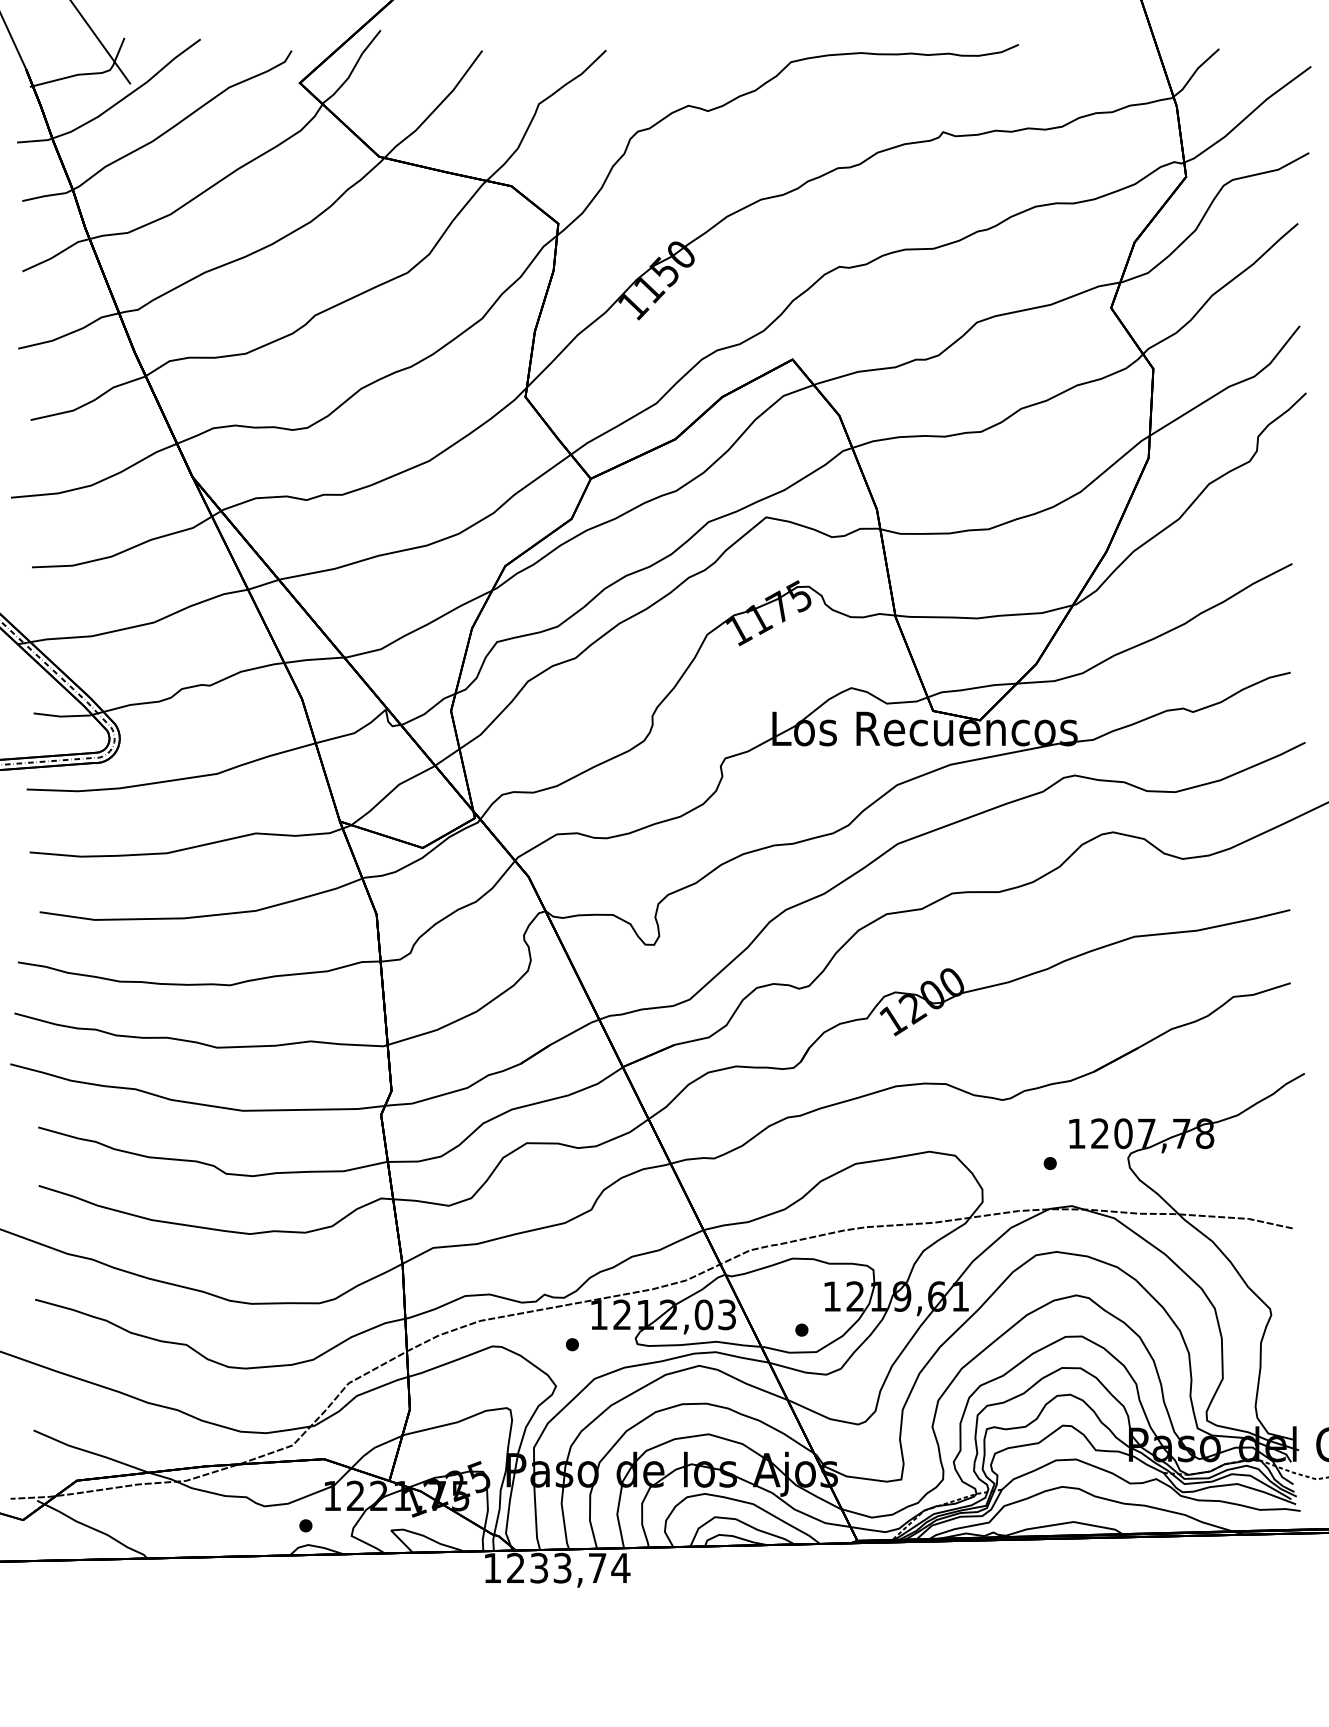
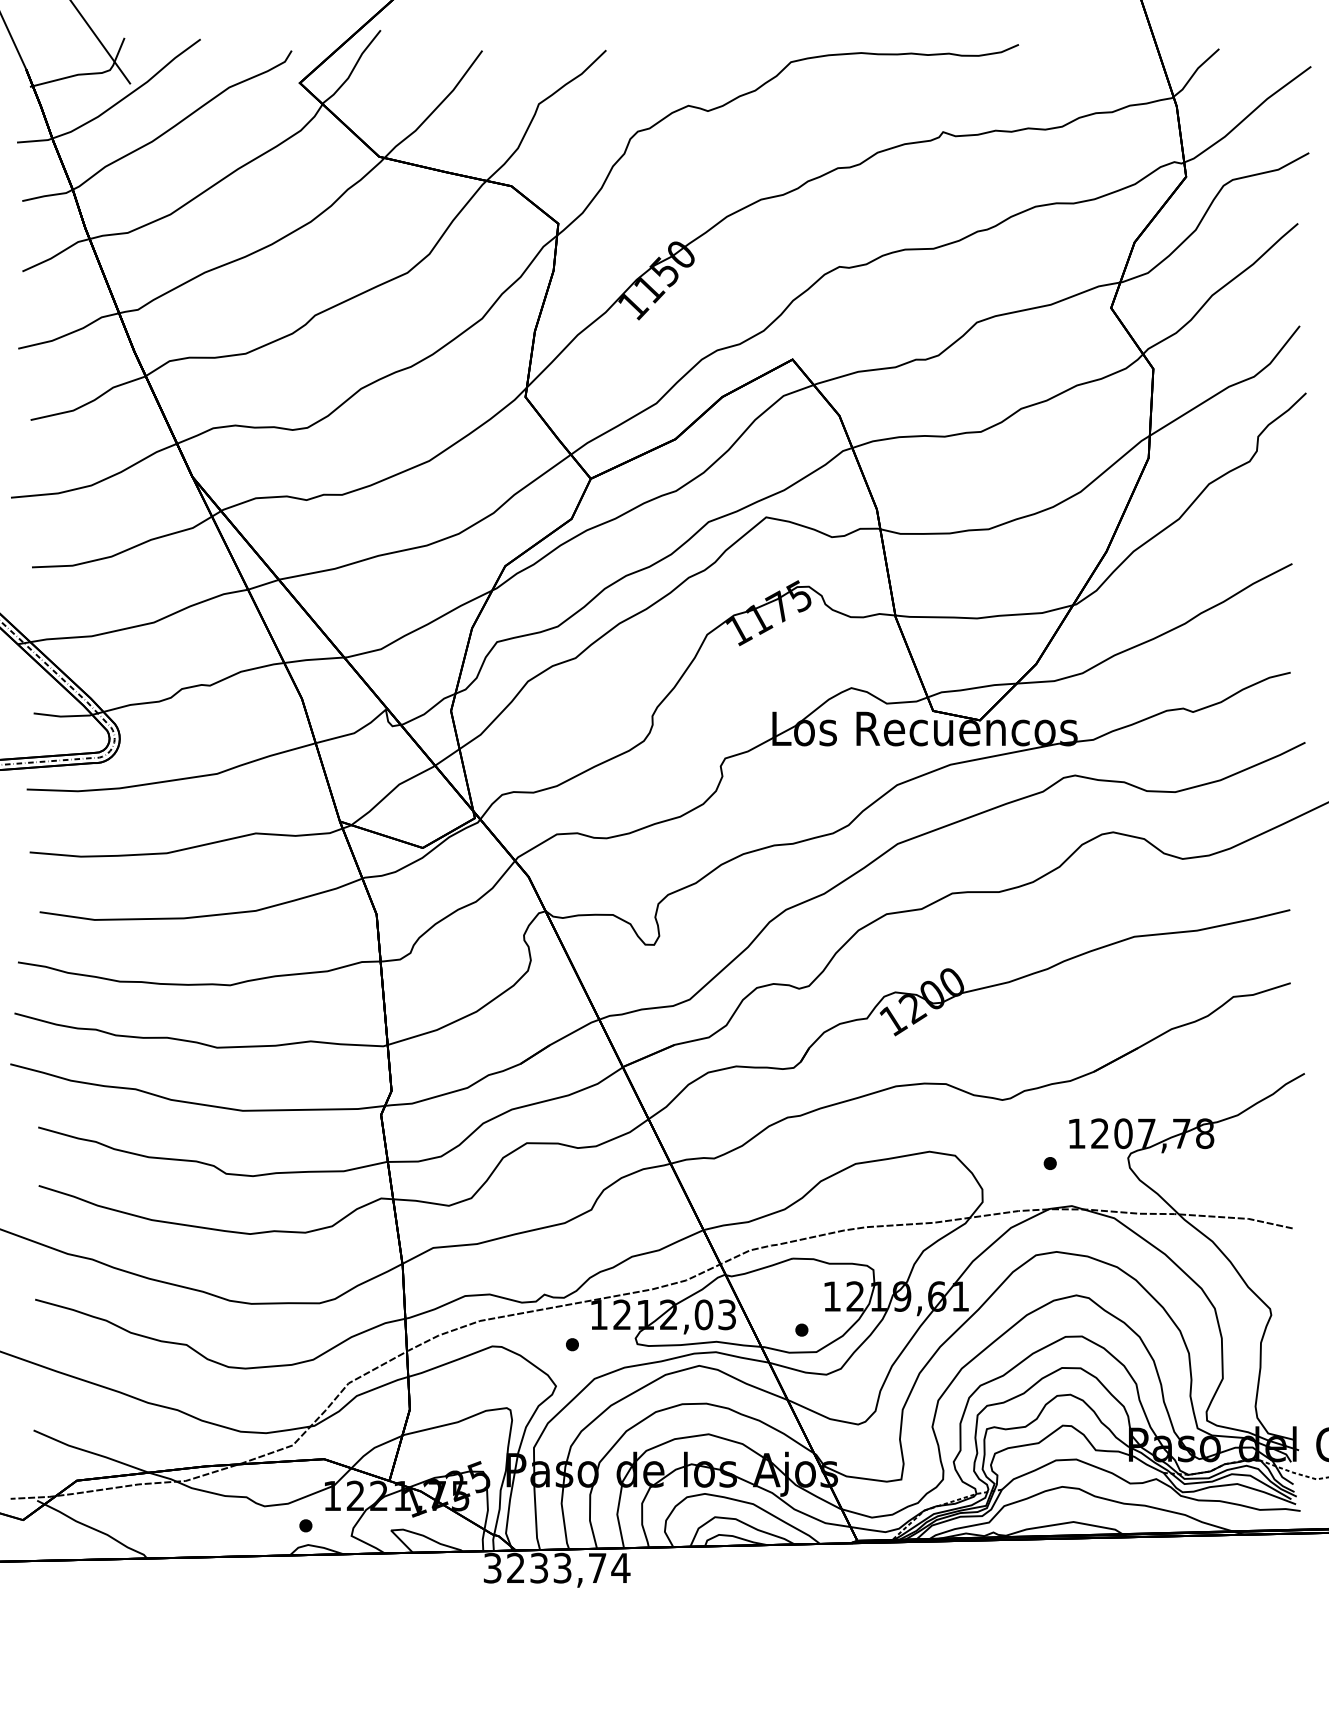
text at (492, 1567): 1233,74 -> 3233,74
